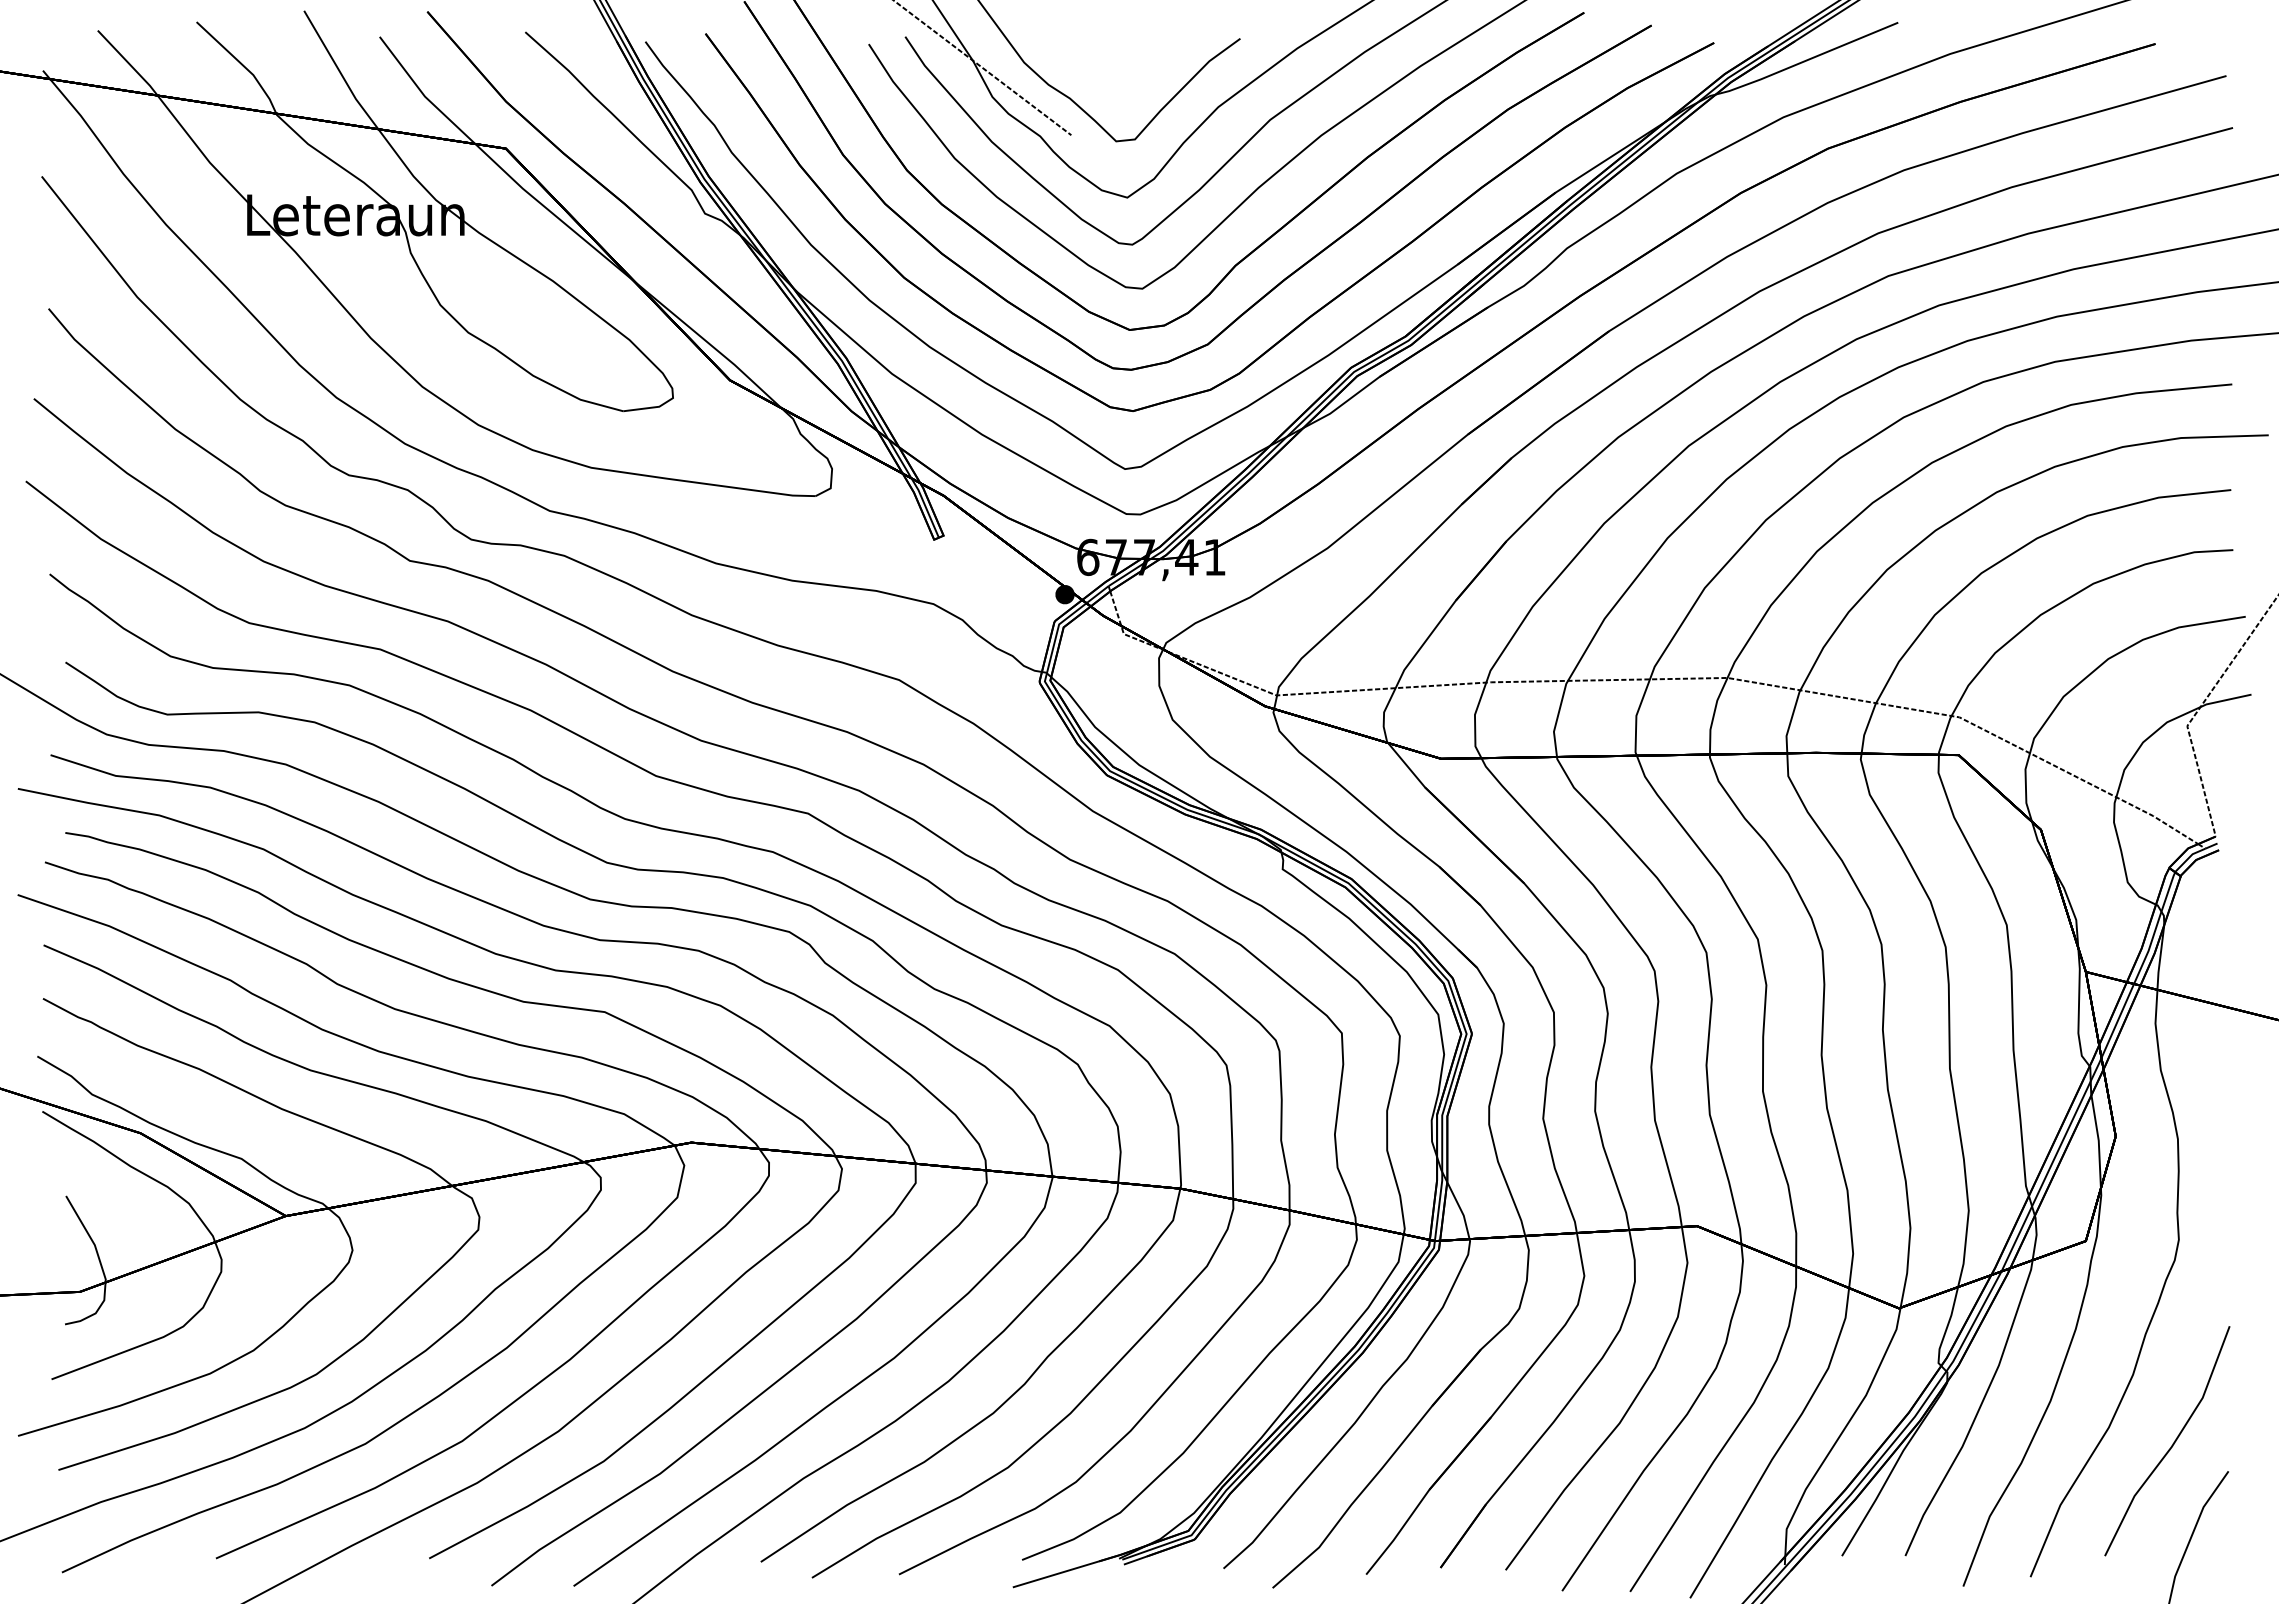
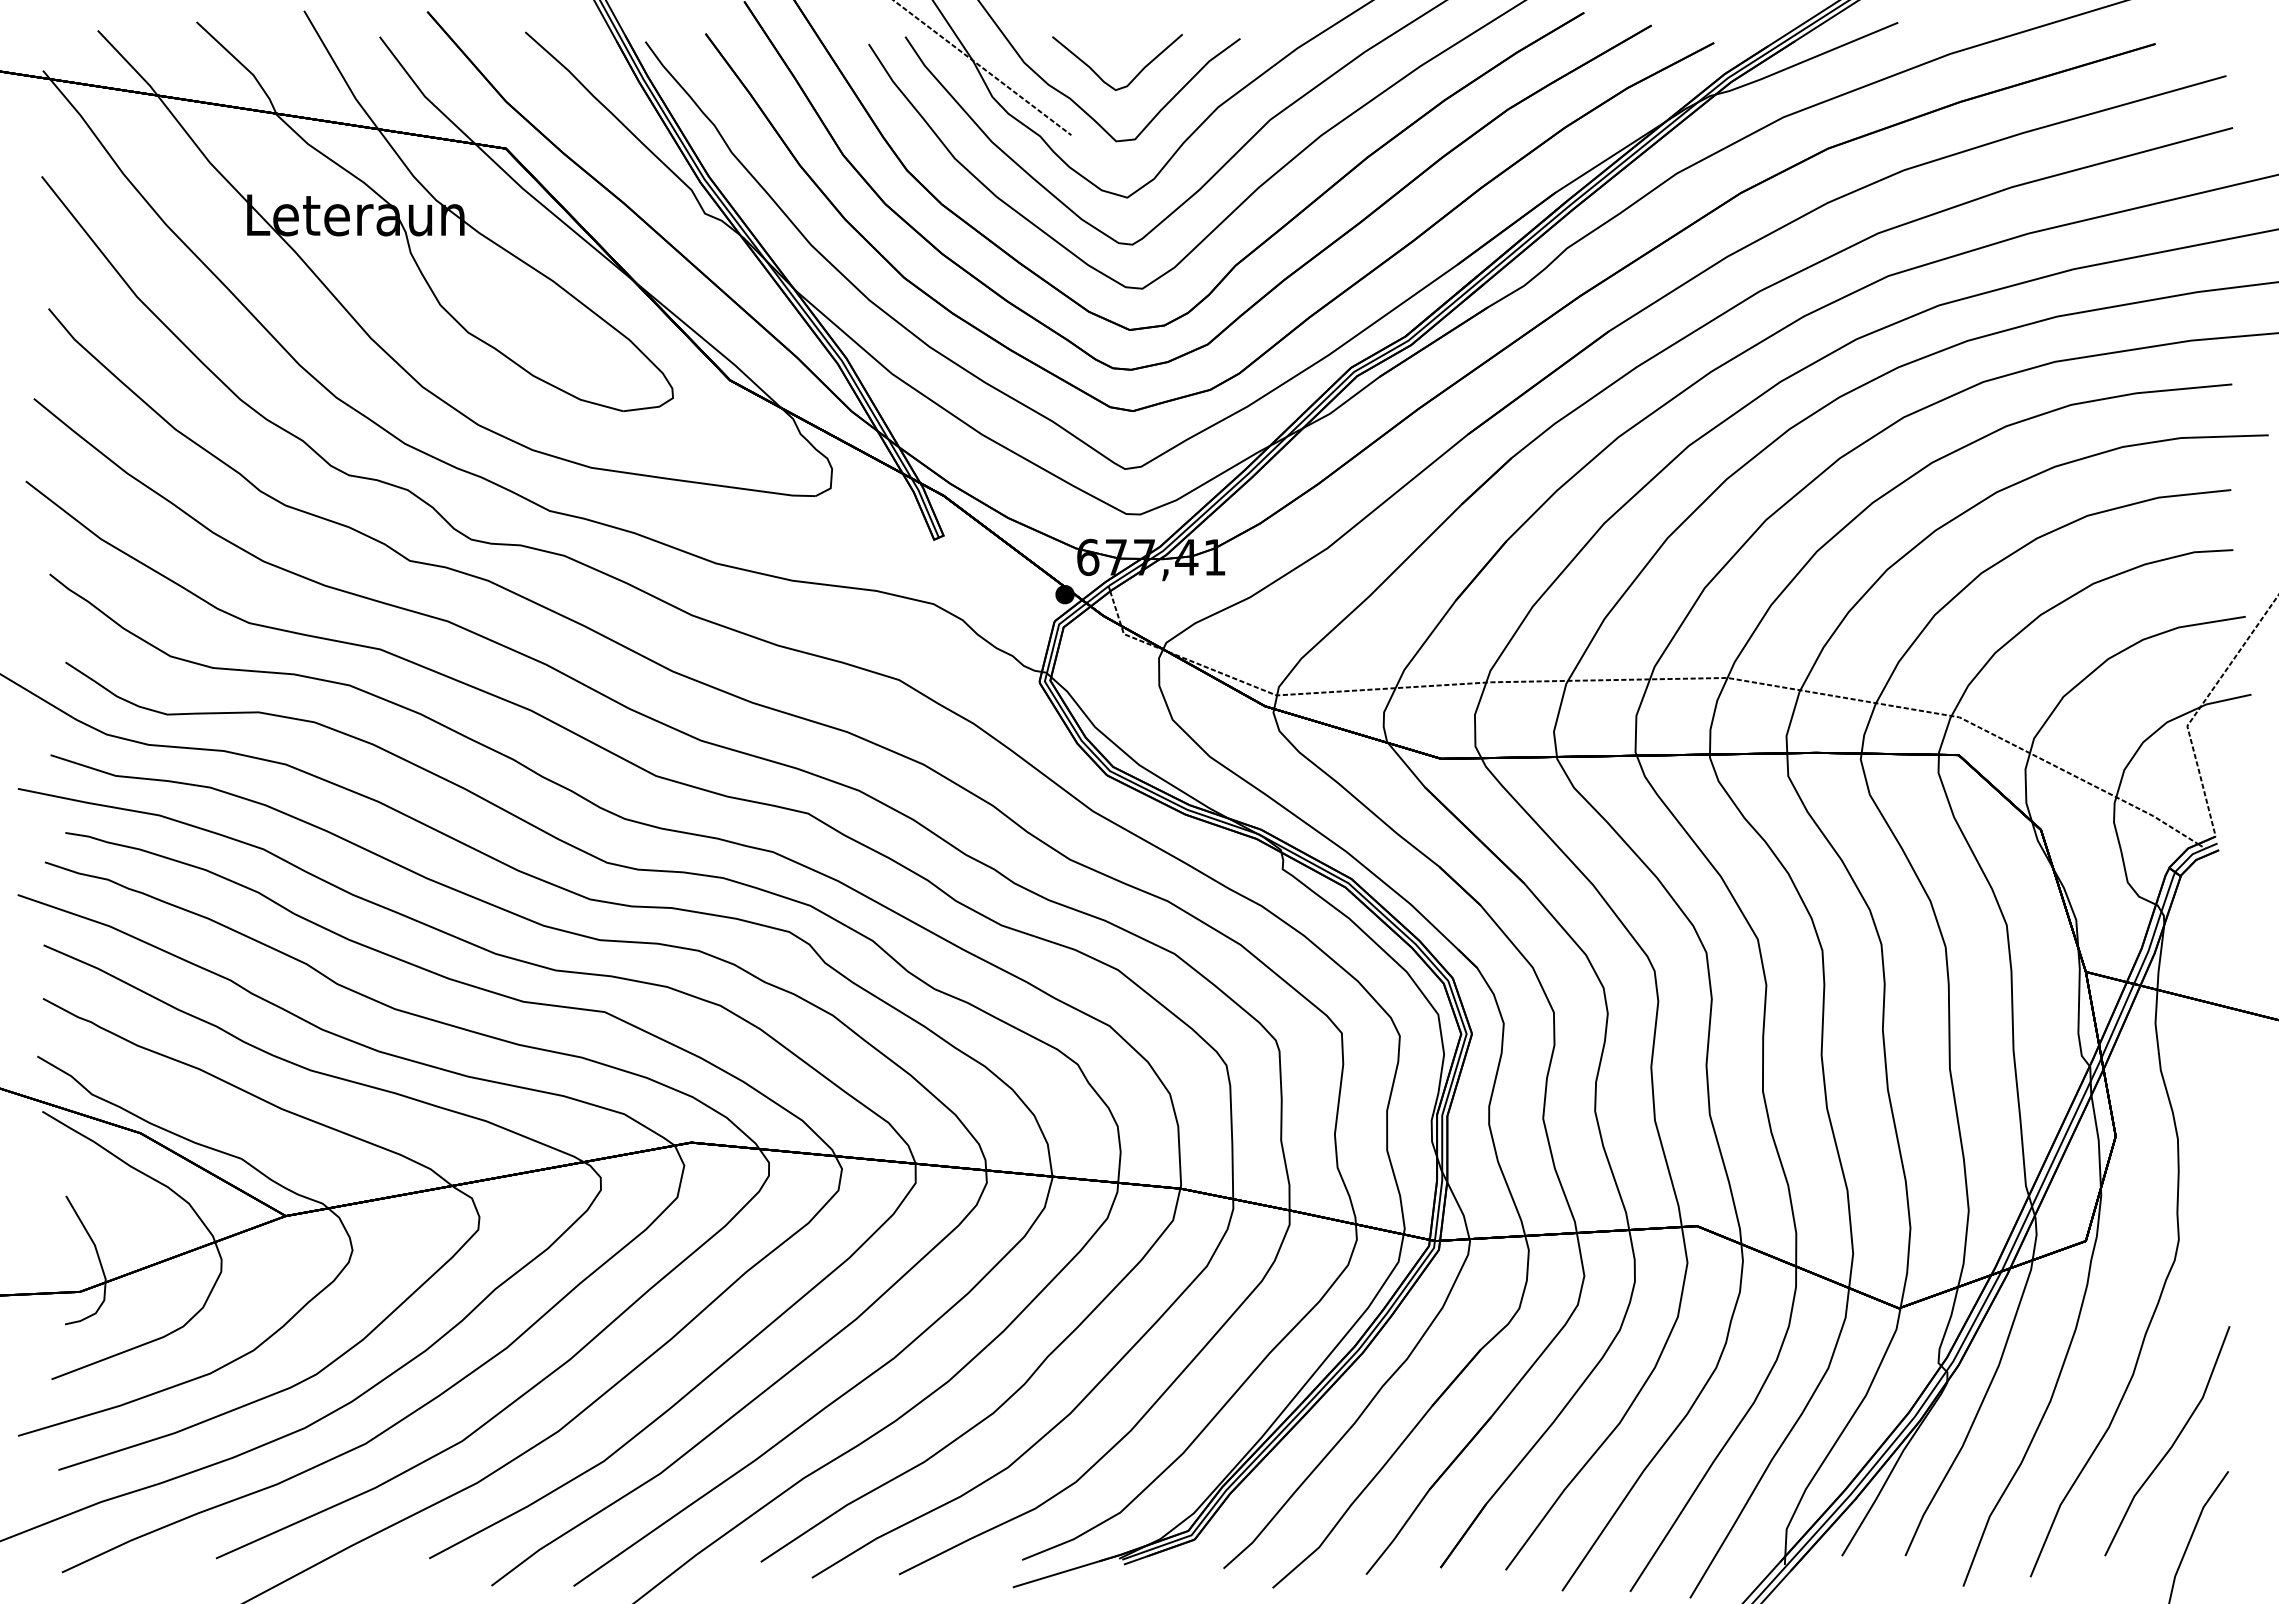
curve at (1101, 77): none -> present
